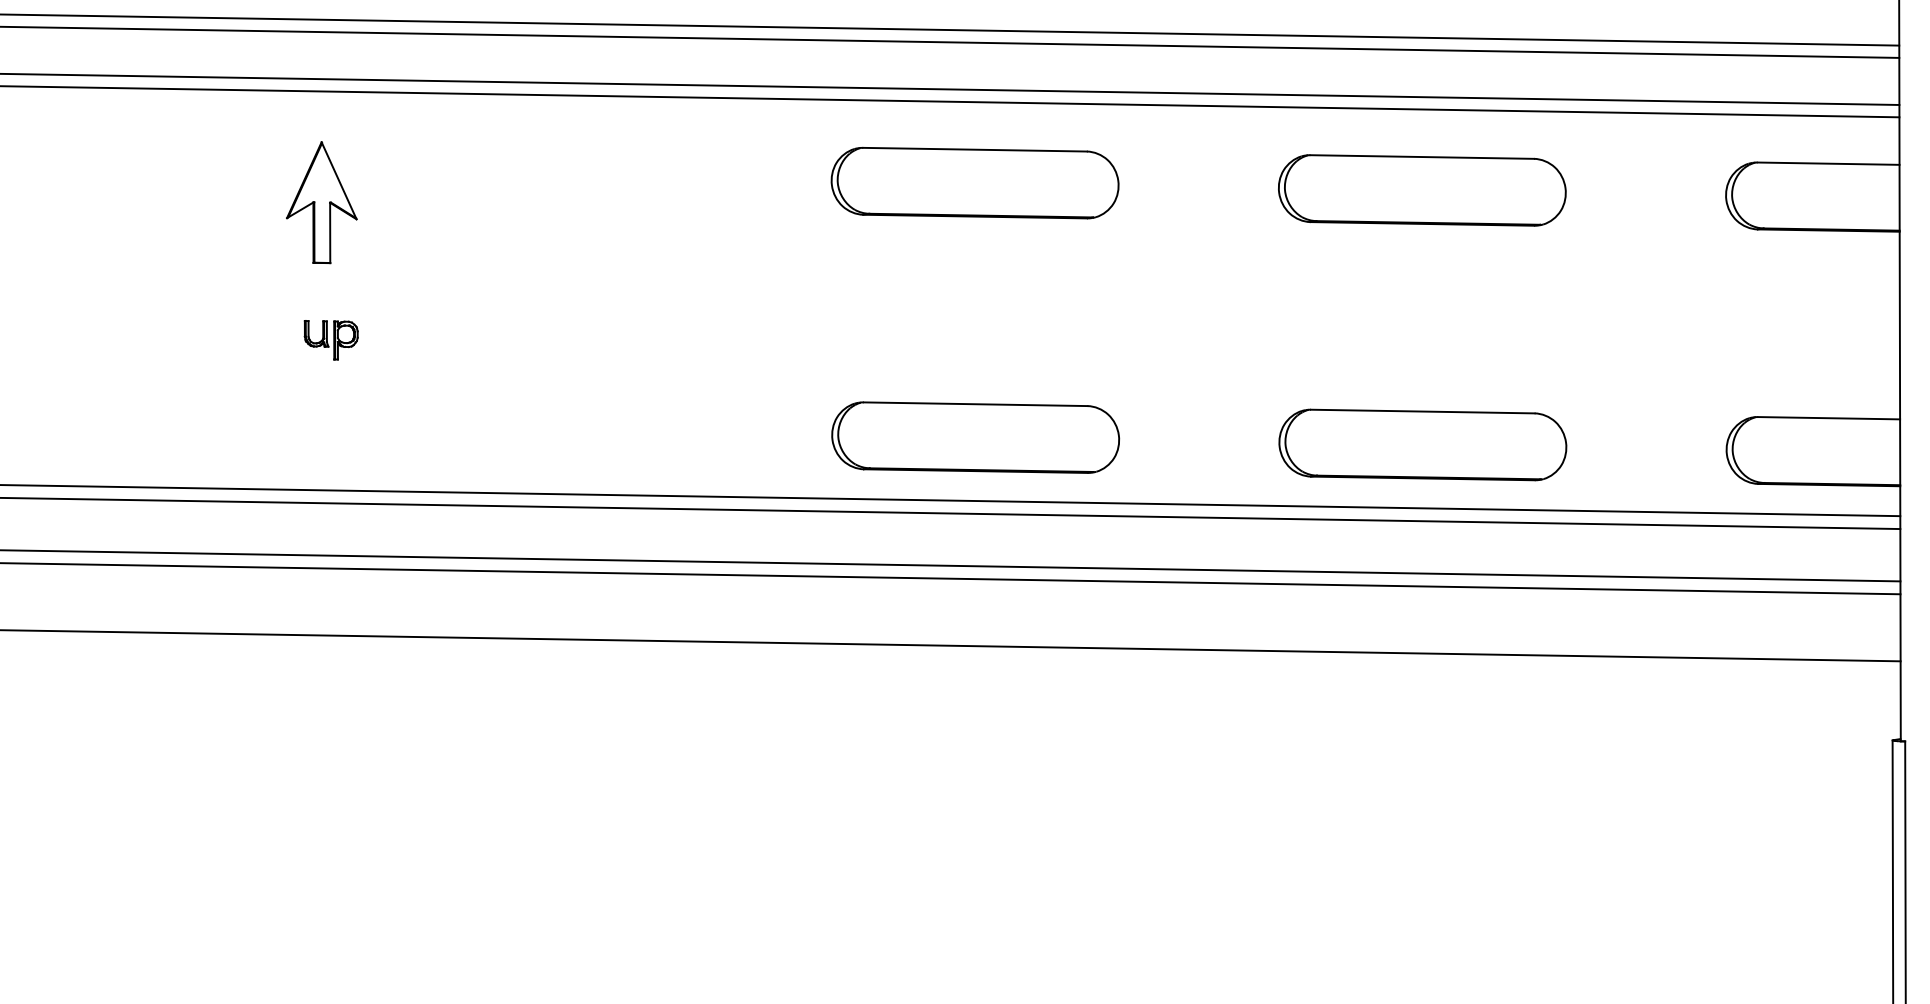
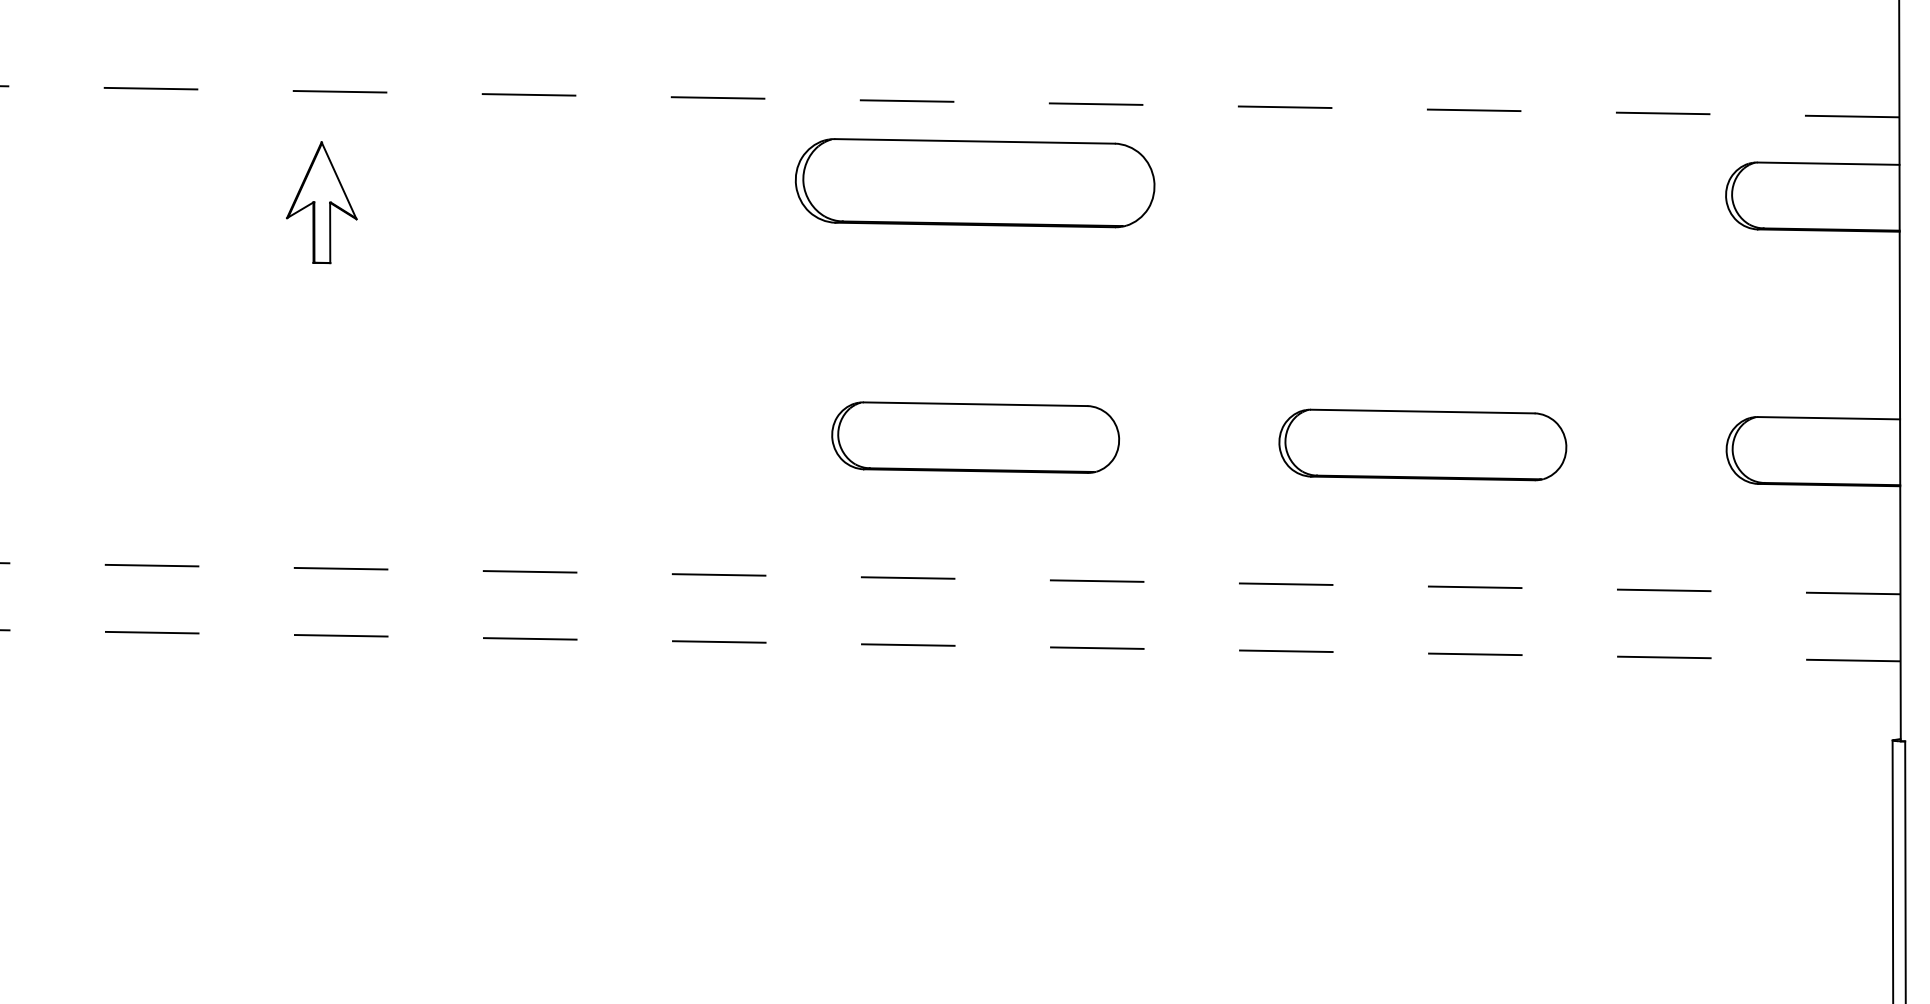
line at (950, 29): present -> none
line at (950, 41): present -> none
line at (950, 88): present -> none
line at (949, 101): solid -> dashed
part at (974, 182) size: 290x74 px -> 362x91 px
part at (1422, 190): present -> none
part at (330, 340): present -> none
line at (951, 500): present -> none
line at (951, 513): present -> none
line at (951, 565): present -> none
line at (950, 578): solid -> dashed
line at (949, 645): solid -> dashed
